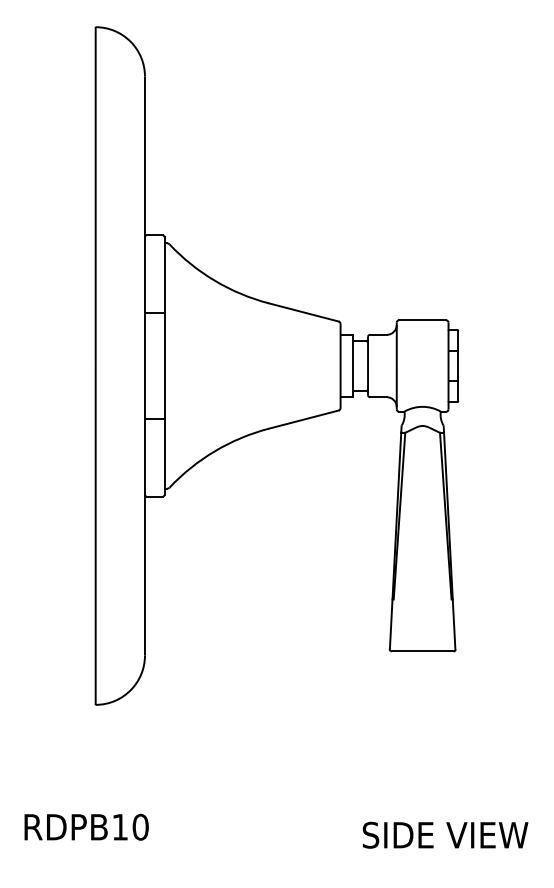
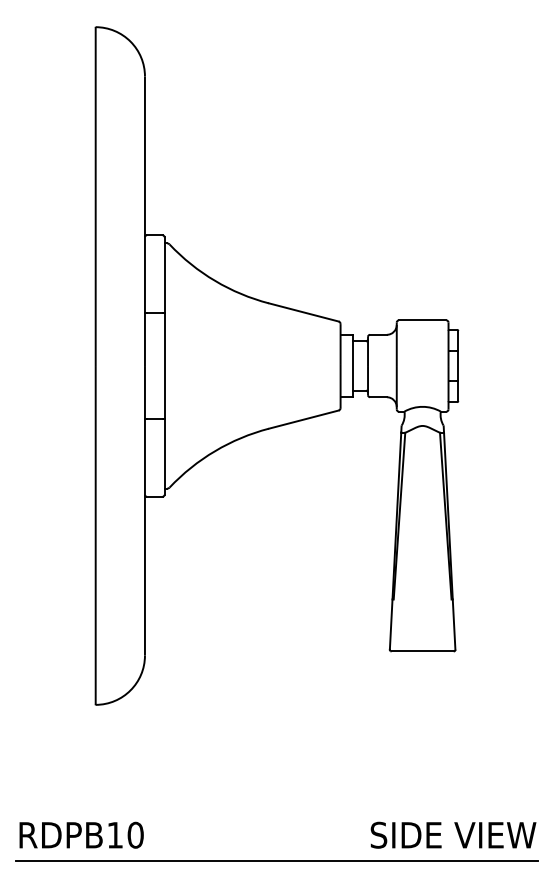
text at (86, 826) position: (86, 826) -> (81, 834)
text at (445, 834) position: (445, 834) -> (453, 834)
line at (276, 861): none -> present
